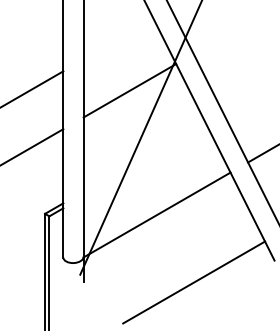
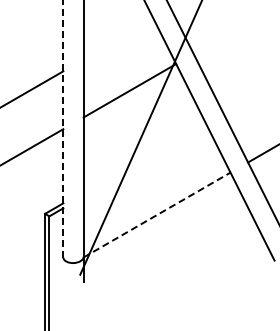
line at (63, 128): solid -> dashed
line at (157, 215): solid -> dashed
line at (194, 282): present -> none
